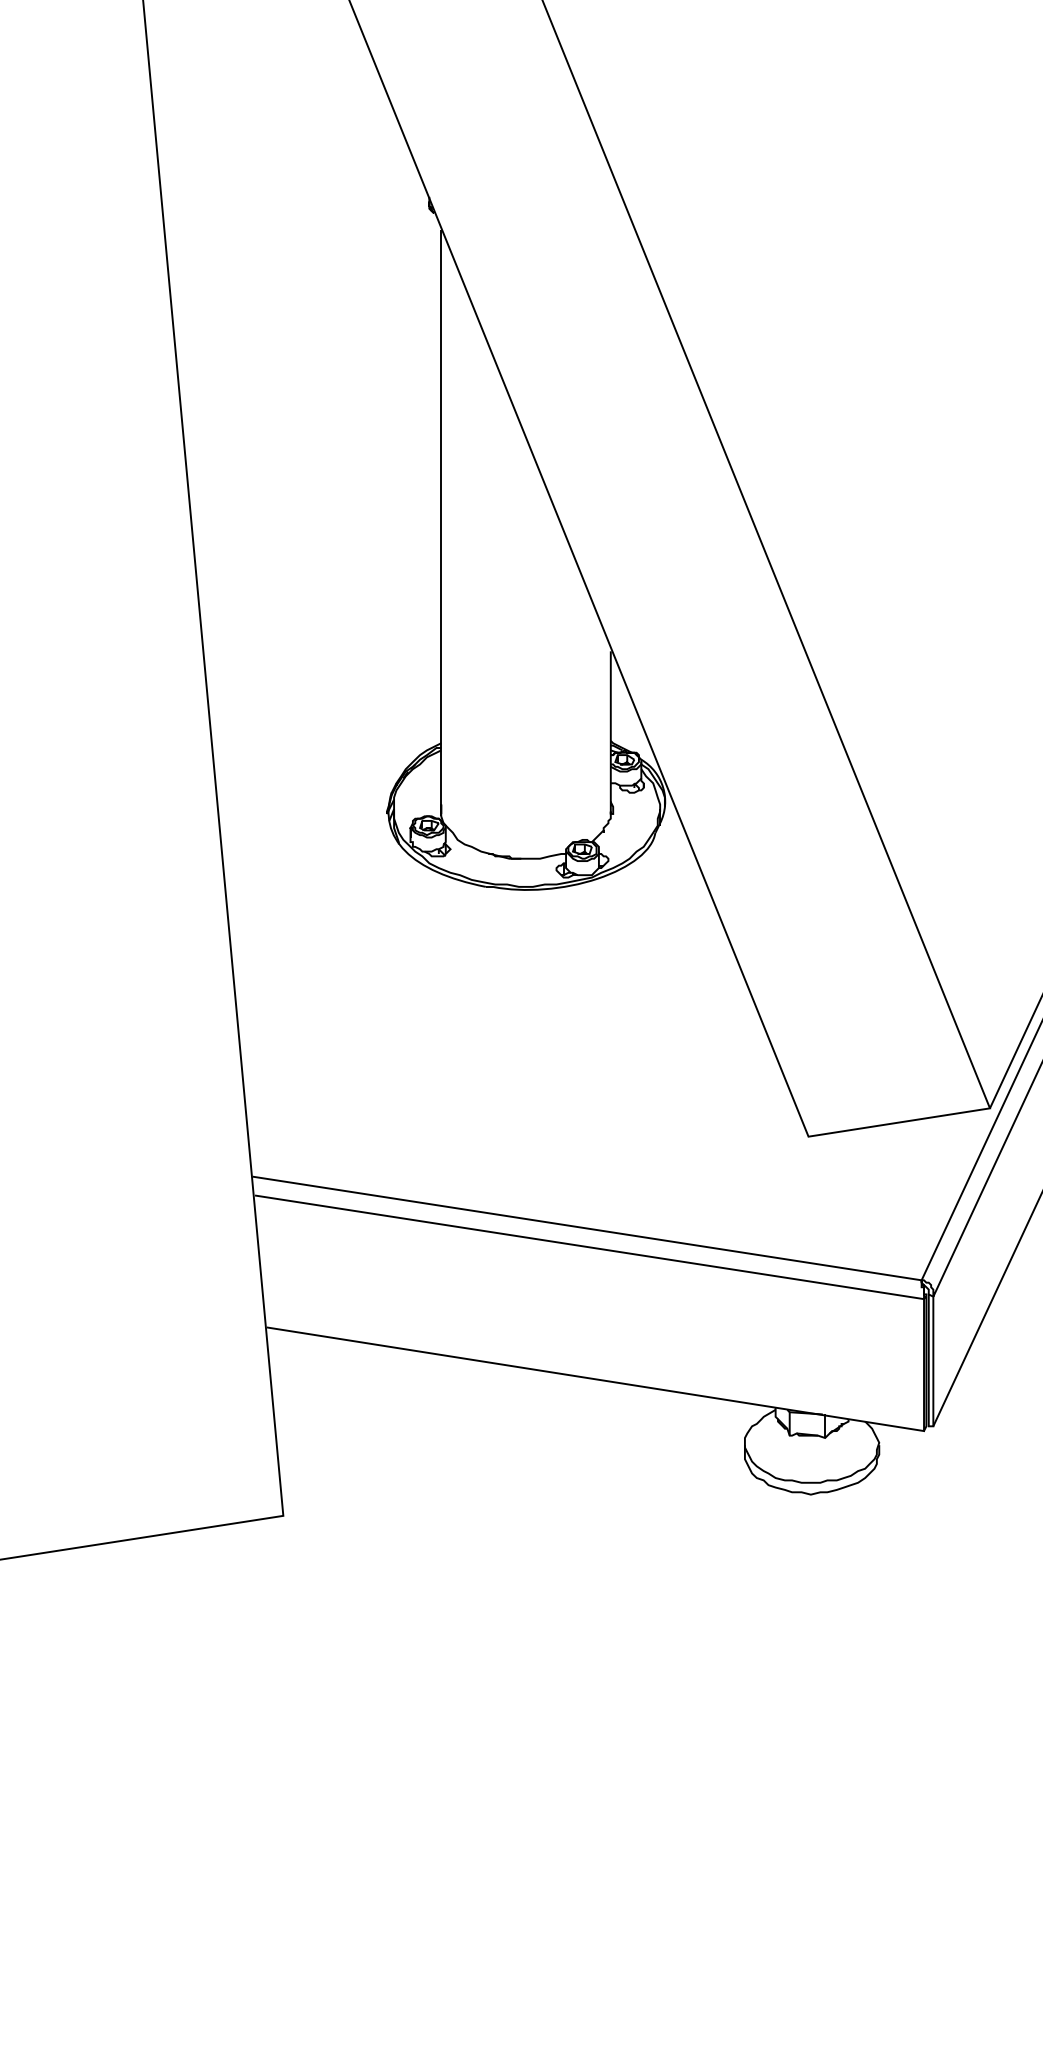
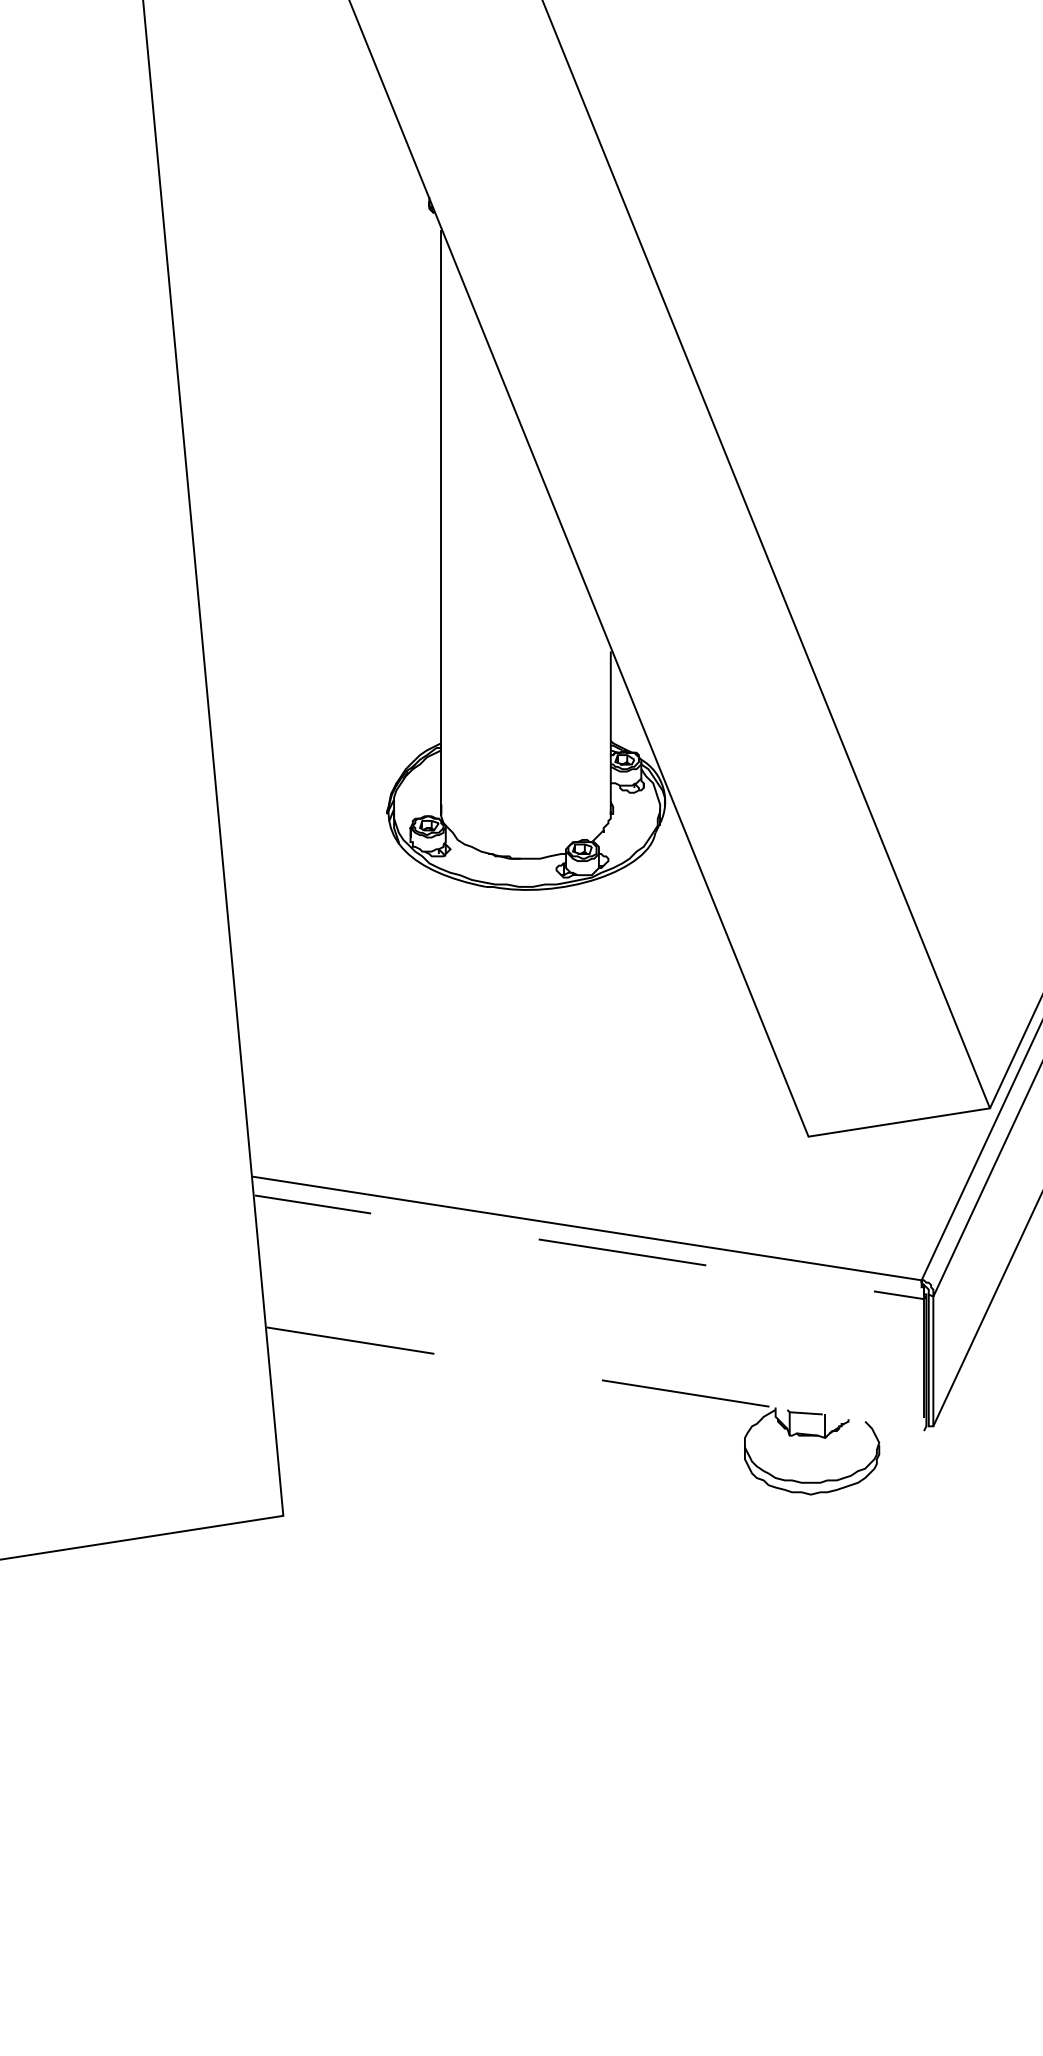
line at (924, 1359): solid -> dashed
